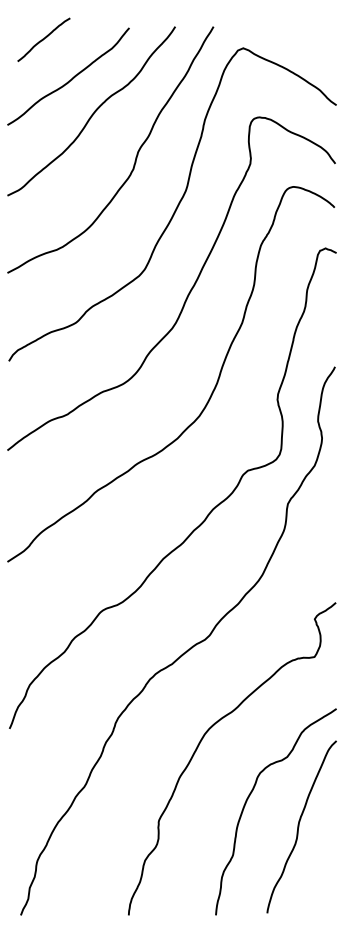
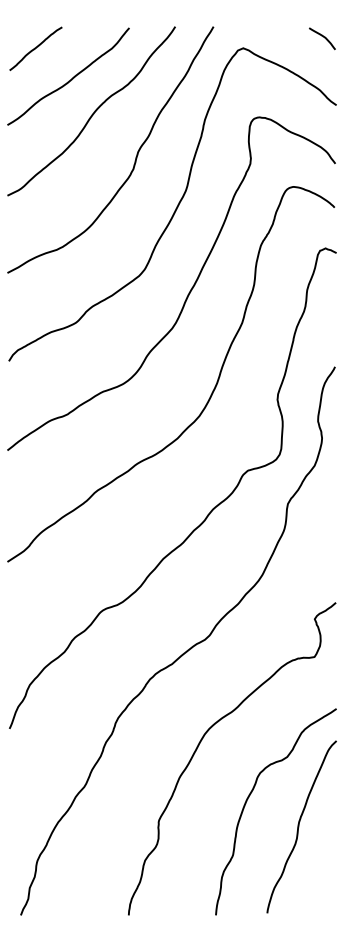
curve at (323, 37): none -> present
curve at (43, 39) position: (43, 39) -> (35, 48)
